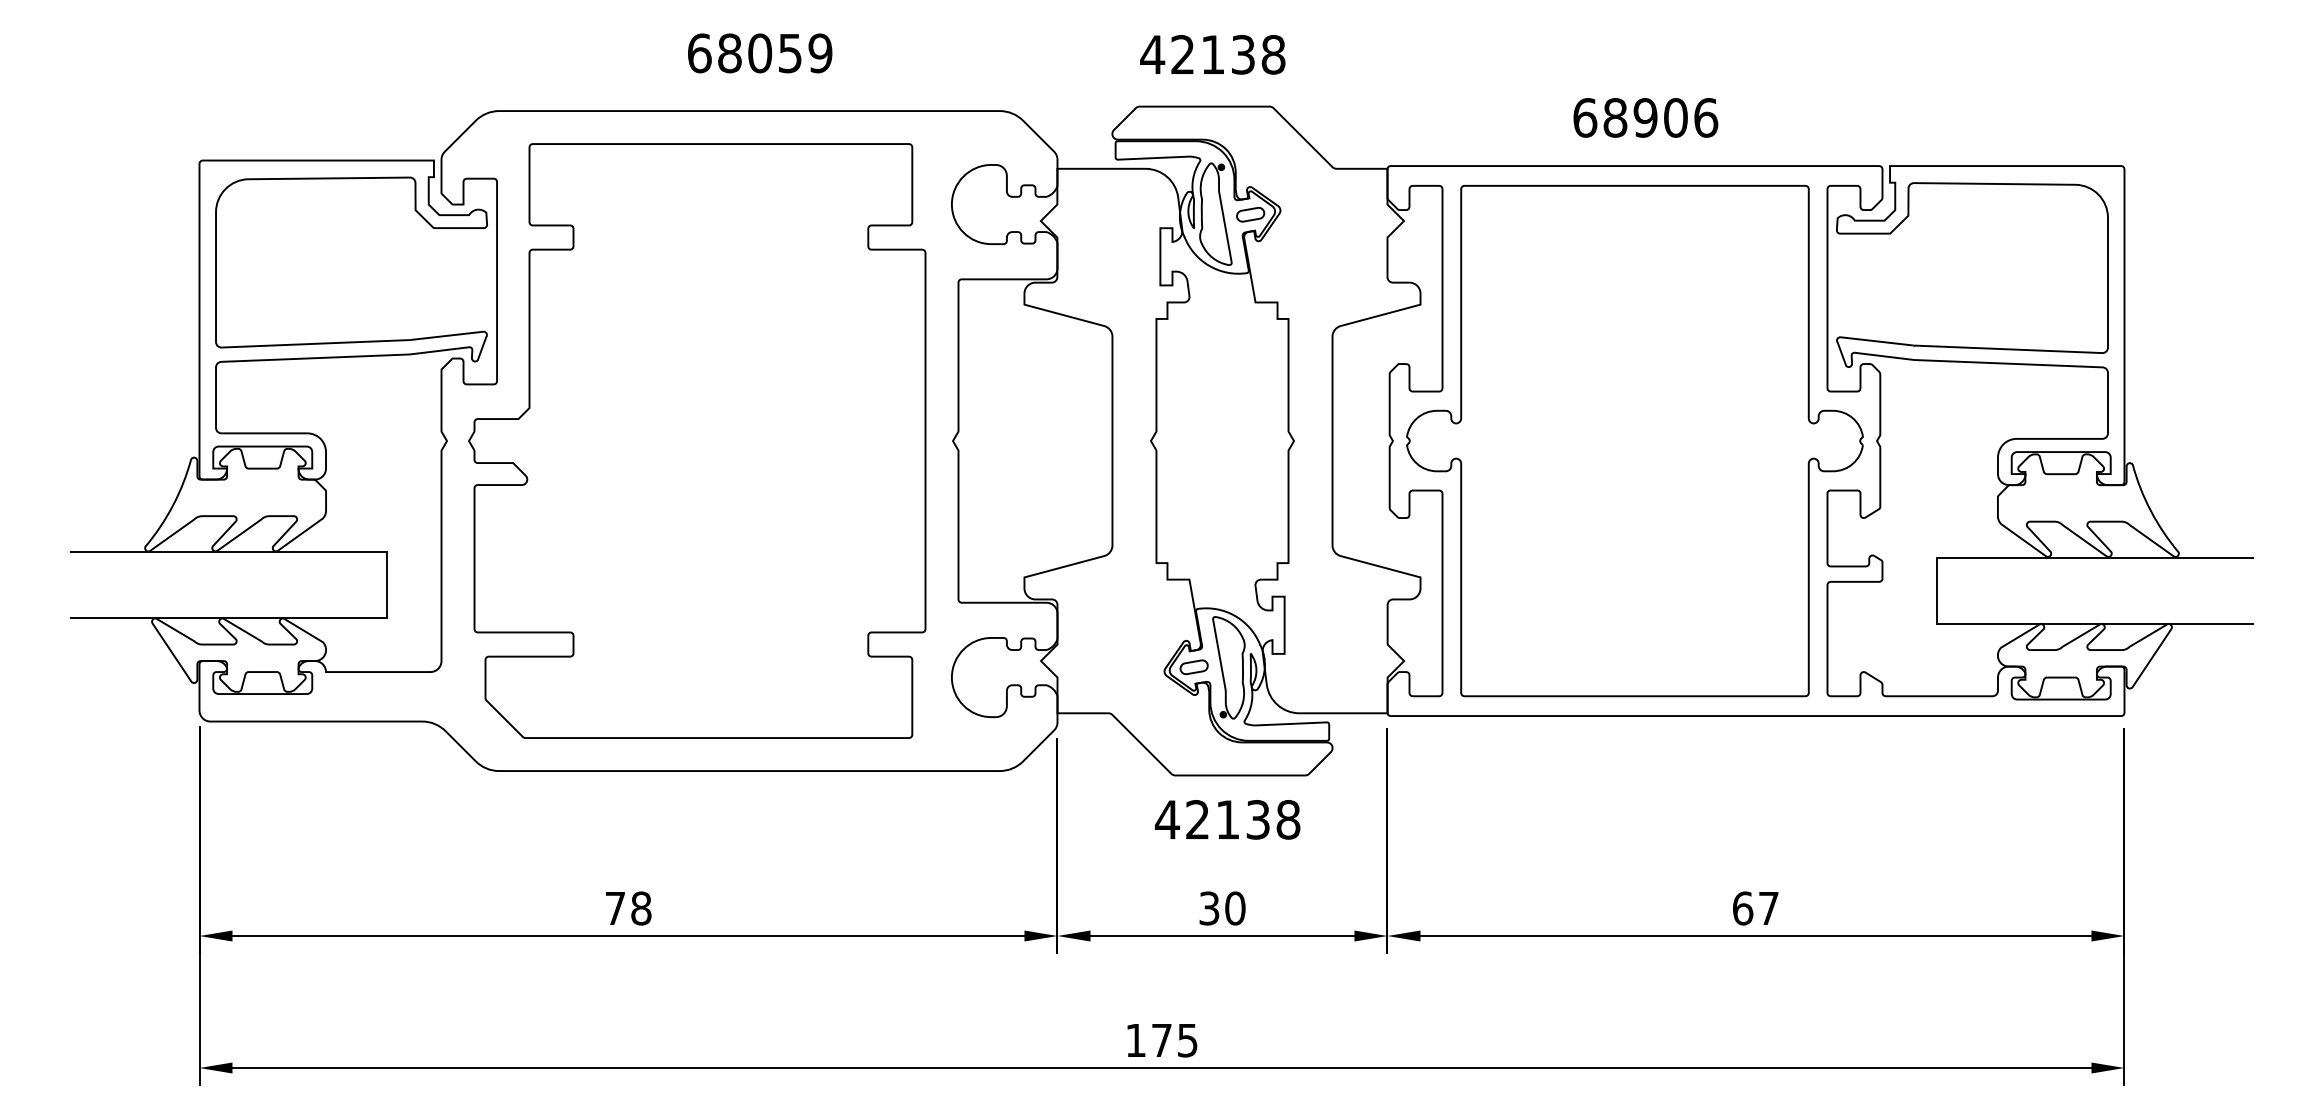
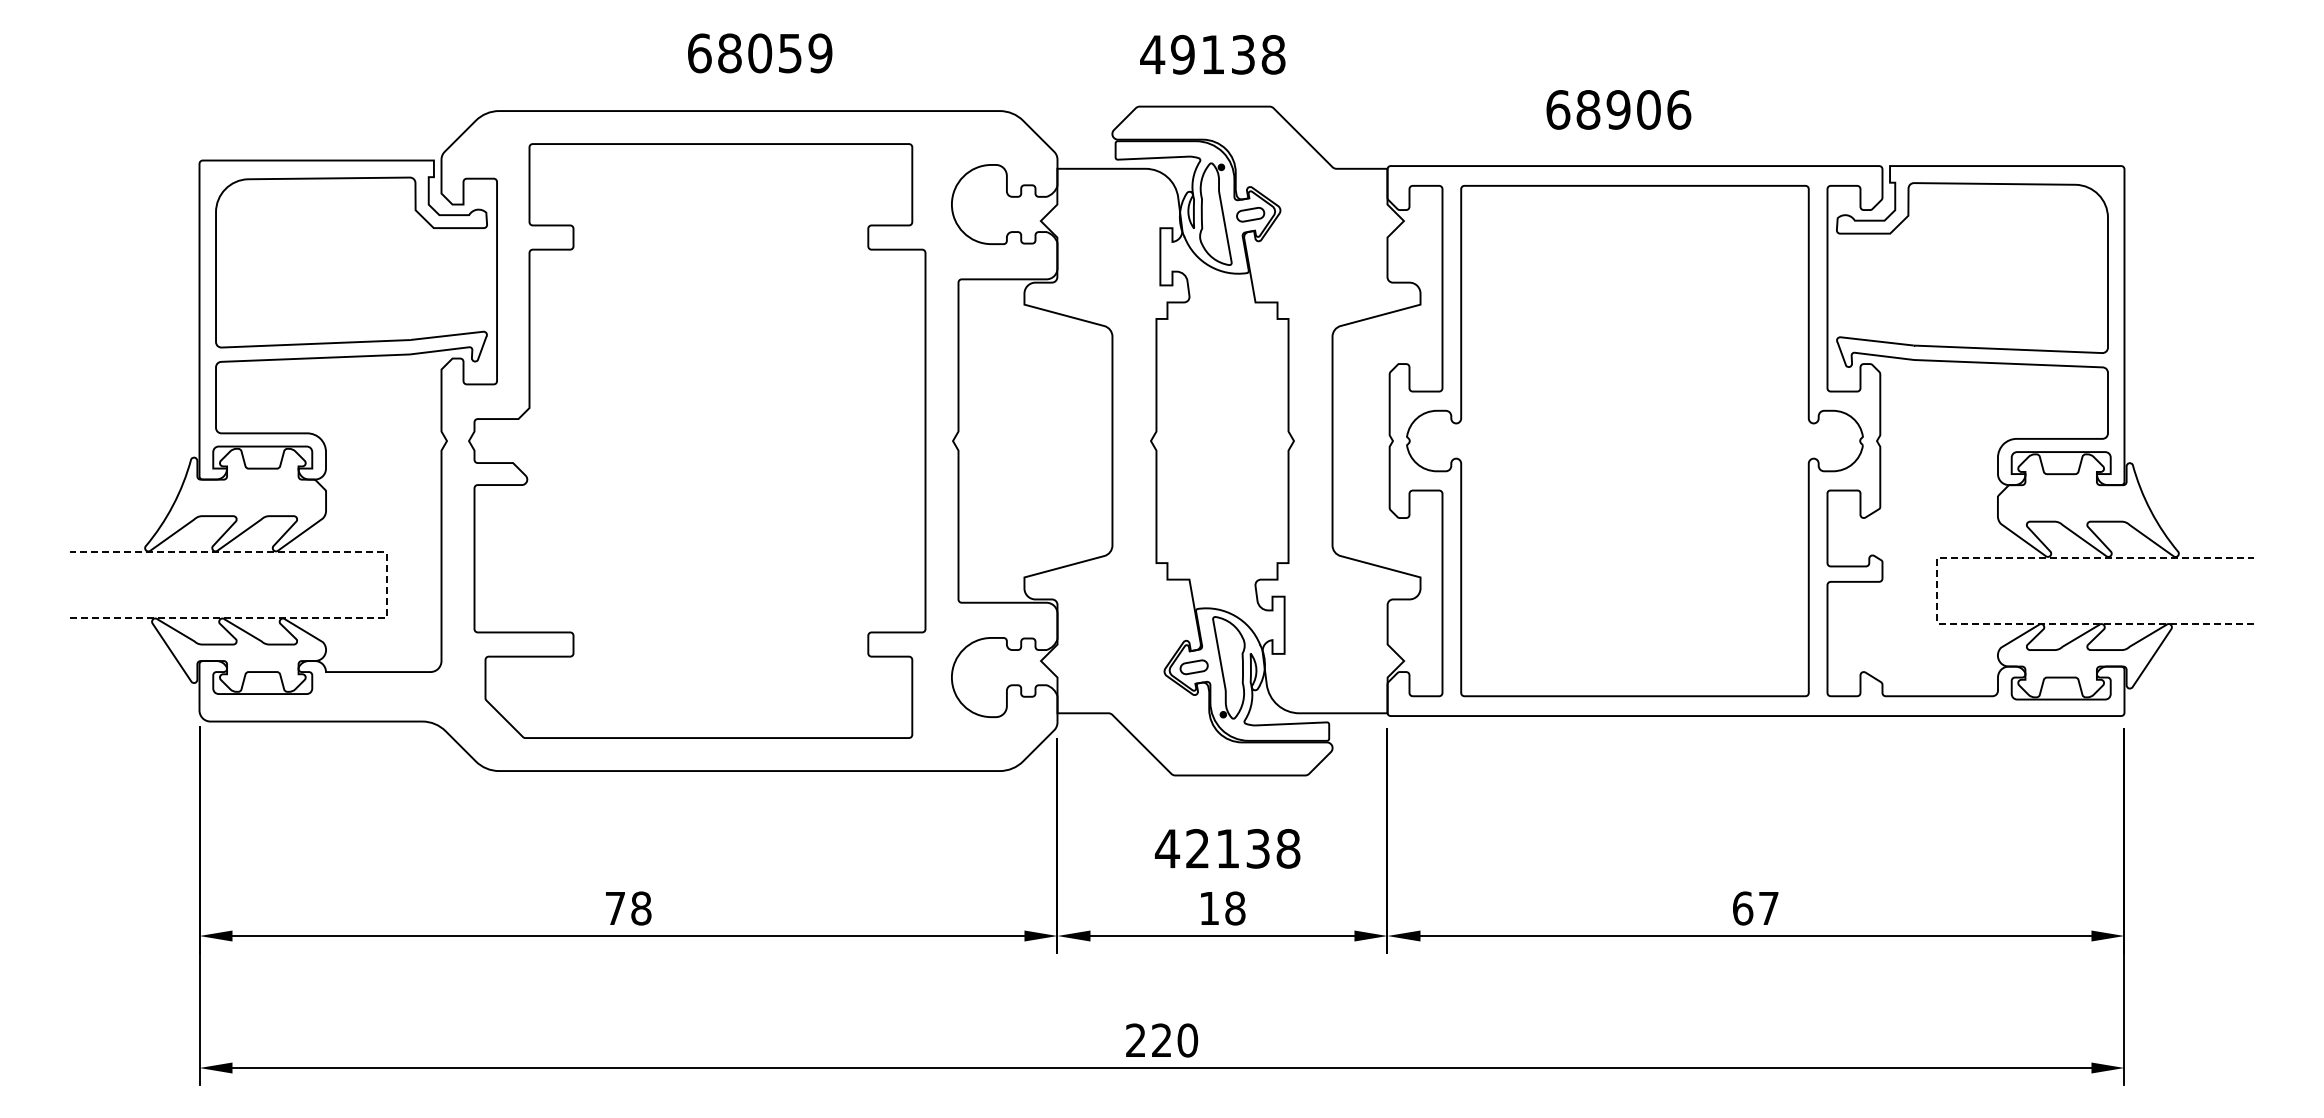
text at (1182, 54): 42138 -> 49138
text at (1645, 117) position: (1645, 117) -> (1618, 109)
line at (386, 585): solid -> dashed
line at (1937, 590): solid -> dashed
text at (1227, 819) position: (1227, 819) -> (1227, 848)
text at (1222, 908): 30 -> 18
text at (1162, 1040): 175 -> 220
